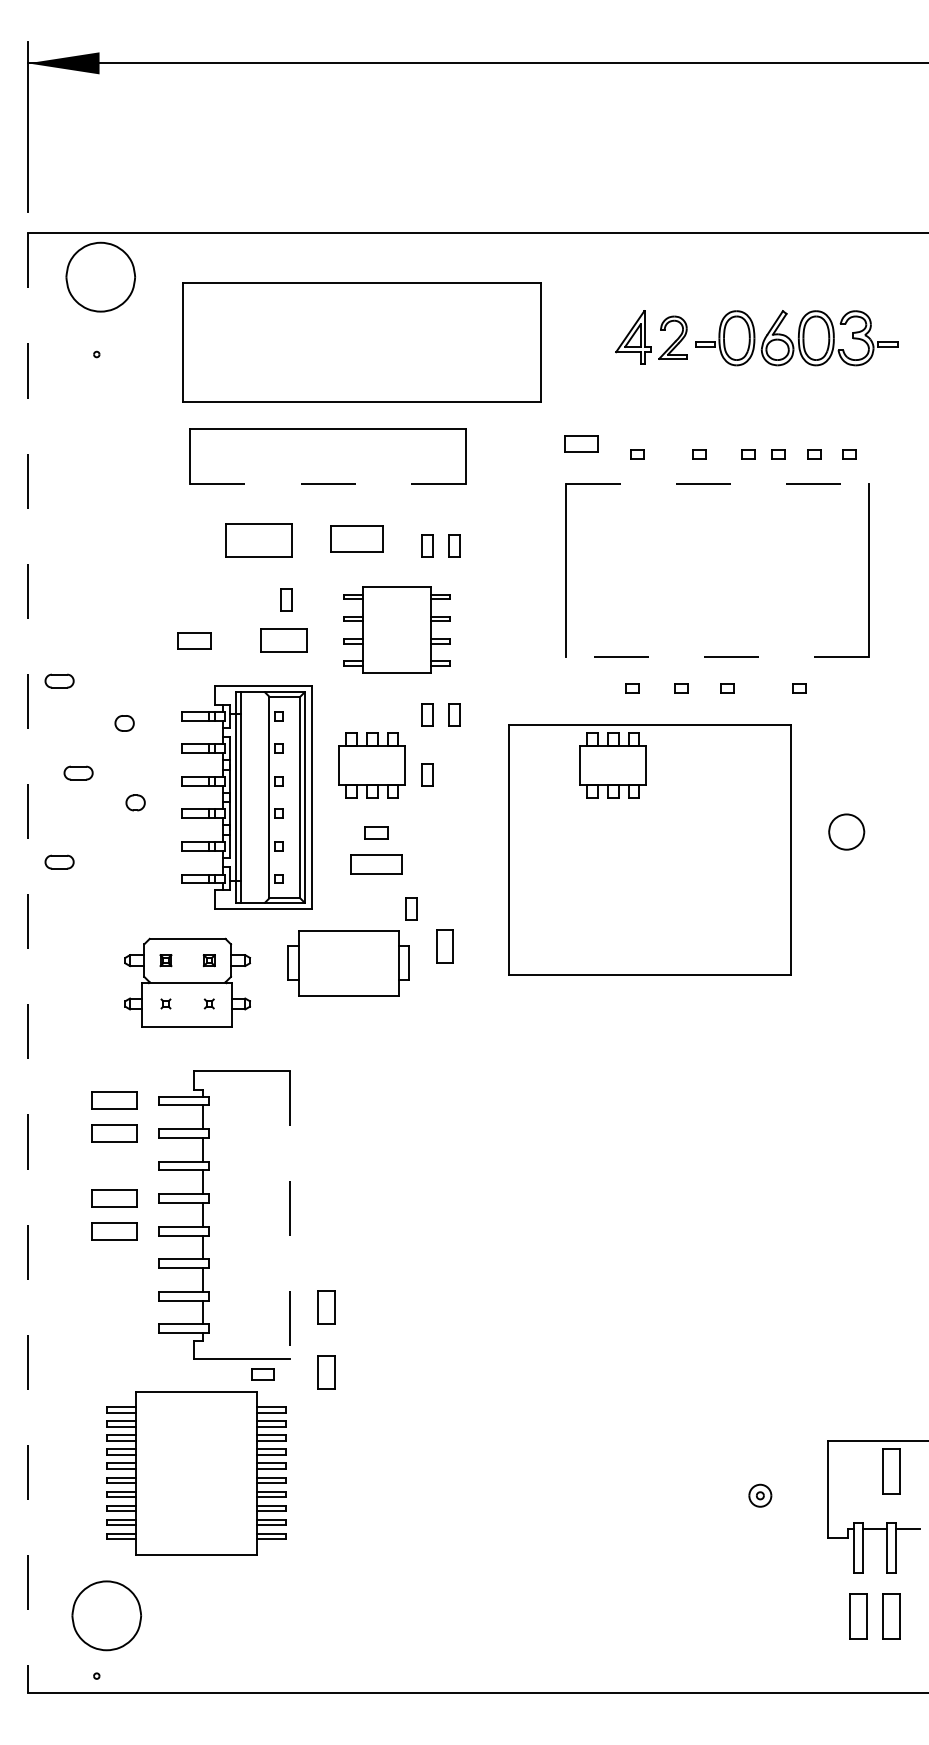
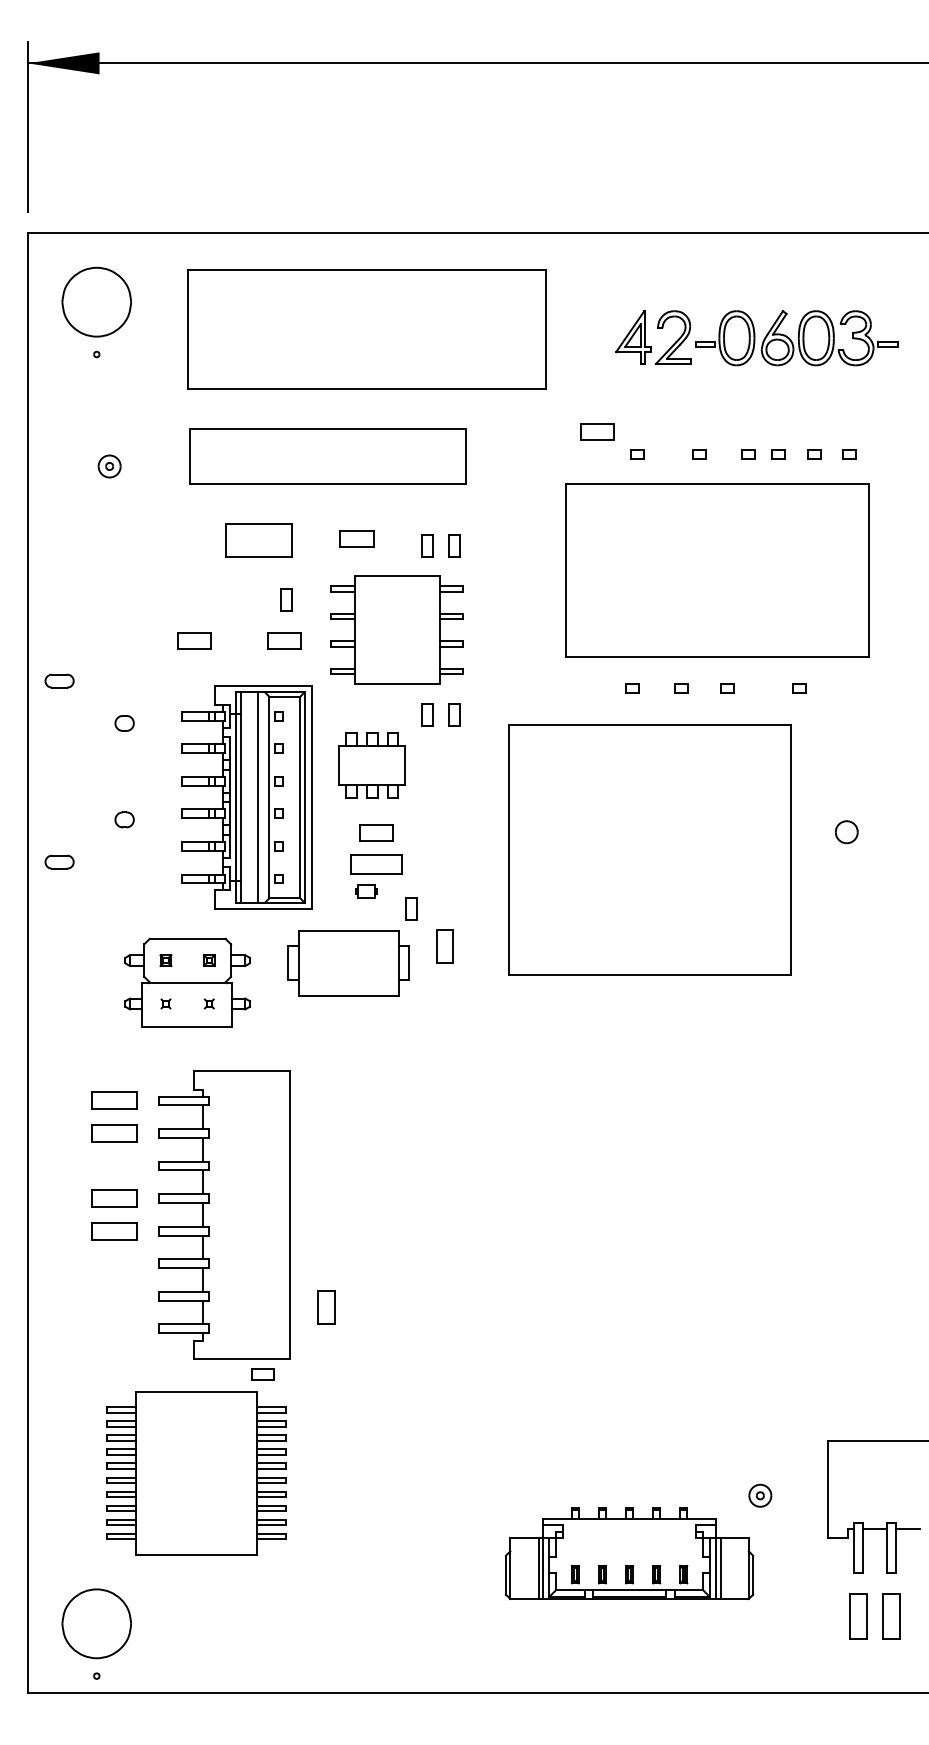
part at (100, 276) position: (100, 276) -> (96, 301)
part at (672, 337) size: 30x45 px -> 38x56 px
part at (361, 342) position: (361, 342) -> (366, 329)
part at (581, 443) position: (581, 443) -> (597, 431)
part at (109, 466): none -> present
line at (328, 483): dashed -> solid
line at (717, 483): dashed -> solid
part at (356, 538) size: 54x28 px -> 36x18 px
part at (396, 629) size: 108x88 px -> 134x110 px
part at (283, 640) size: 48x25 px -> 35x18 px
line at (717, 657): dashed -> solid
part at (612, 765): present -> none
part at (78, 772): present -> none
part at (427, 774): present -> none
line at (257, 797): none -> present
part at (135, 802) position: (135, 802) -> (124, 819)
part at (846, 831) size: 38x38 px -> 24x25 px
part at (376, 832) size: 25x14 px -> 35x18 px
part at (366, 891): none -> present
line at (27, 963): dashed -> solid
line at (290, 1215): dashed -> solid
part at (326, 1372): present -> none
part at (891, 1471): present -> none
part at (629, 1553): none -> present
part at (106, 1615) position: (106, 1615) -> (96, 1623)
